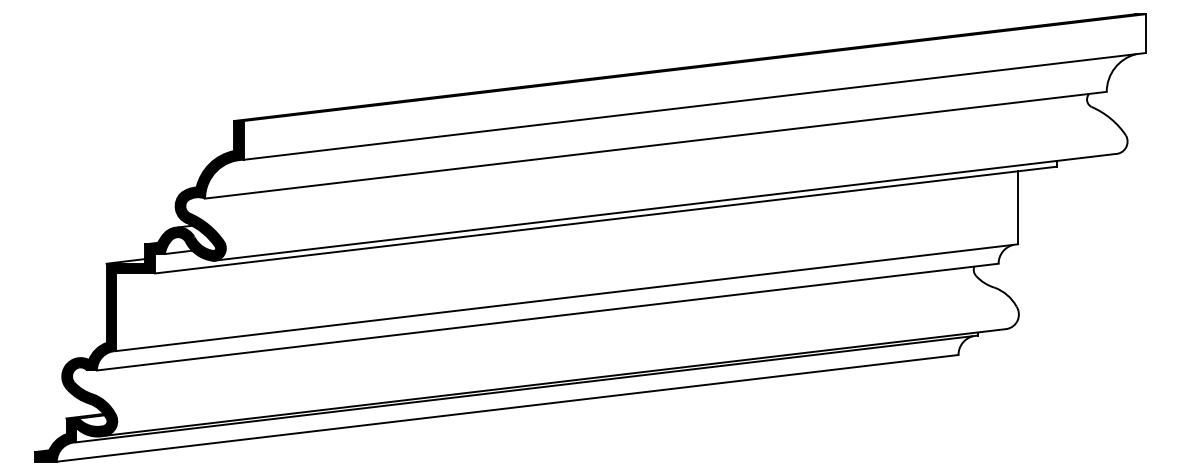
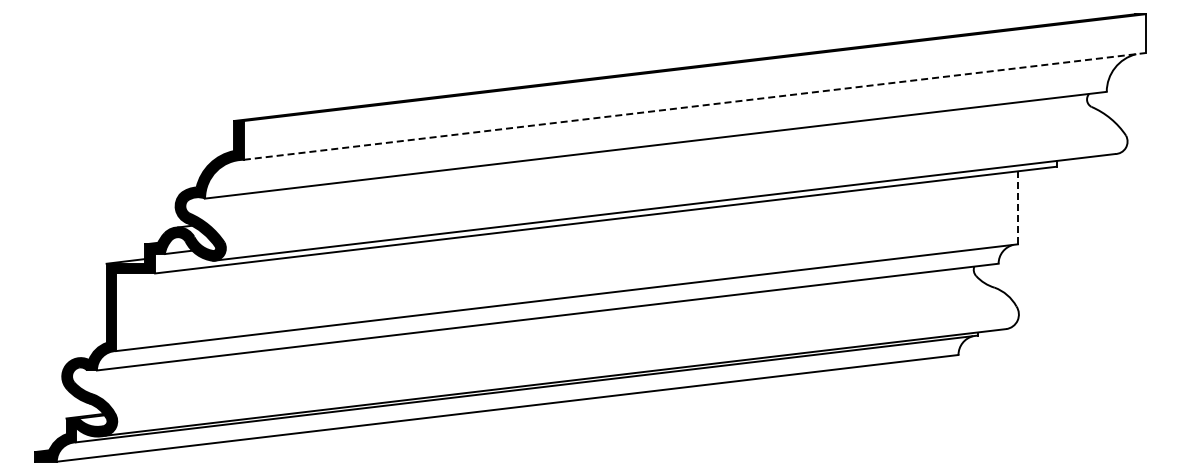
line at (694, 106): solid -> dashed
line at (1018, 208): solid -> dashed
